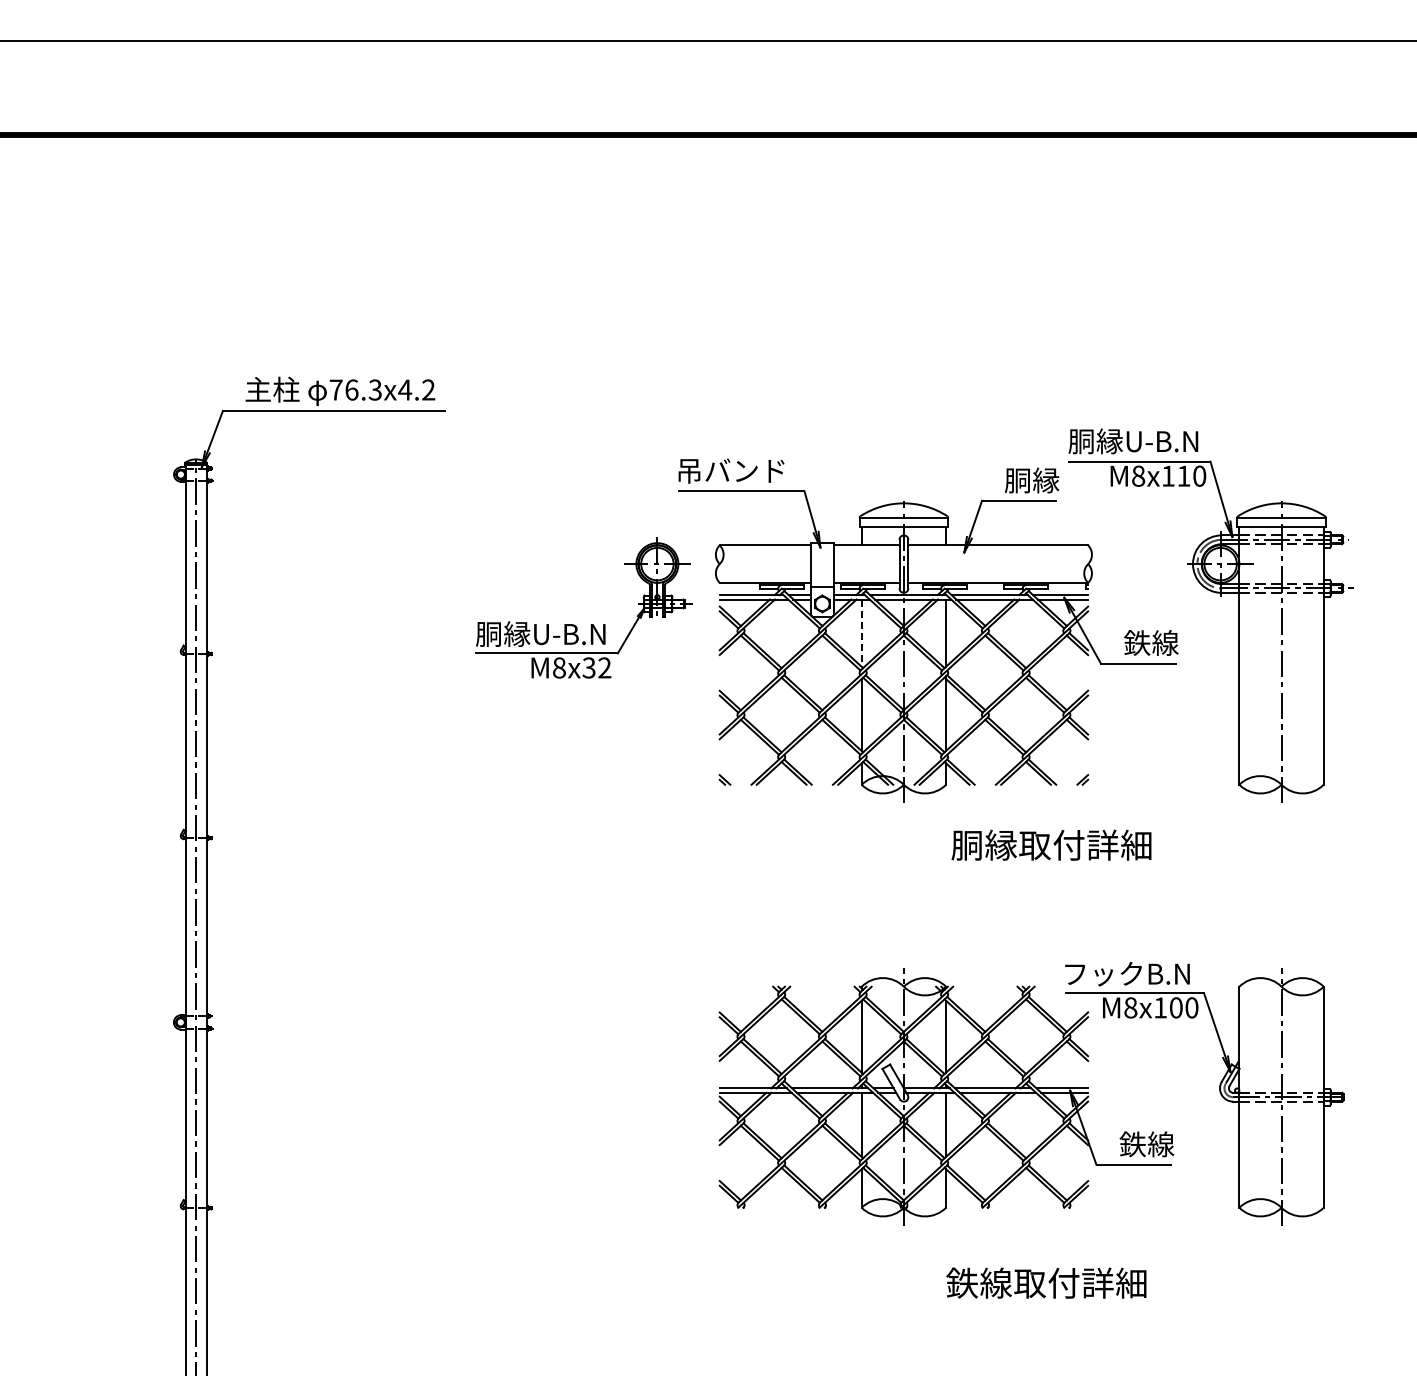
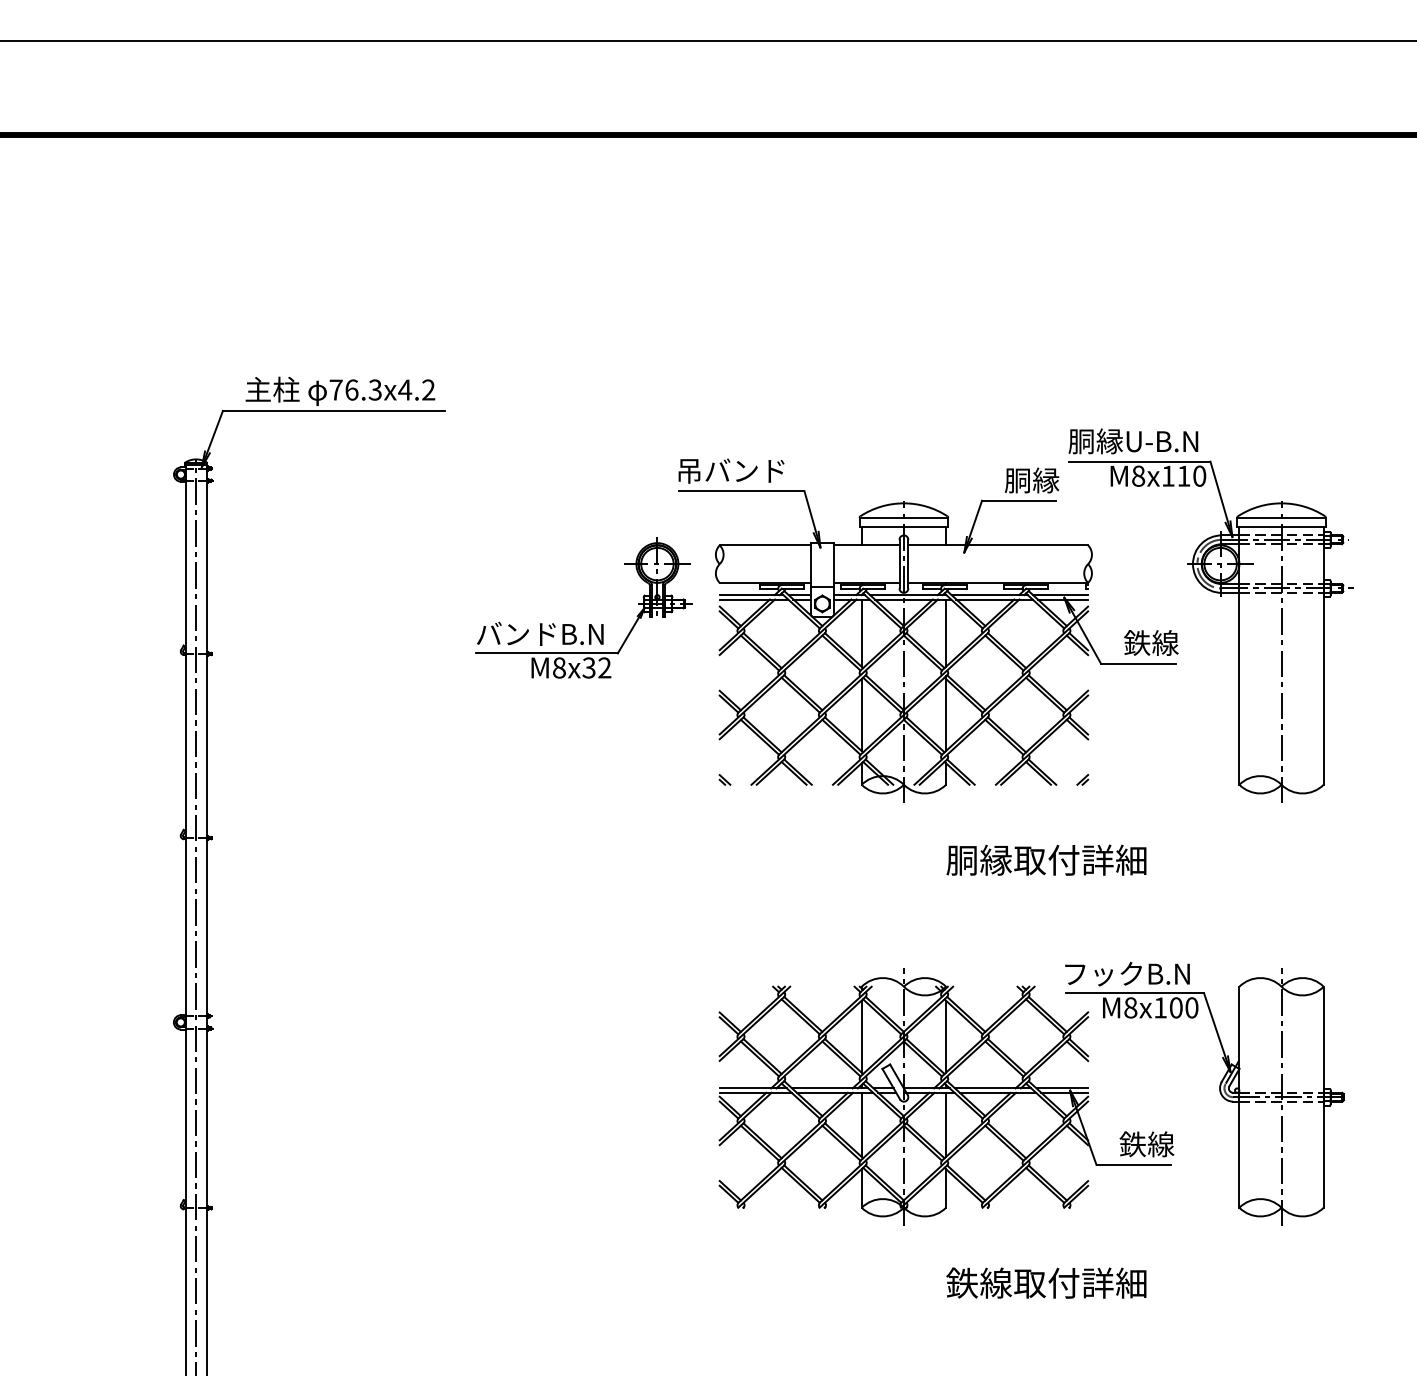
text at (540, 633): 胴縁U-B.N -> バンドB.N
line at (861, 633): dashed -> solid
text at (1051, 844) position: (1051, 844) -> (1046, 859)
